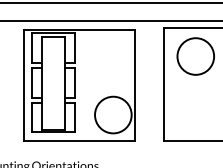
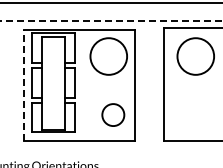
line at (111, 21): solid -> dashed
circle at (108, 56): none -> present
line at (23, 85): solid -> dashed
circle at (113, 114) diameter: 37 px -> 22 px
